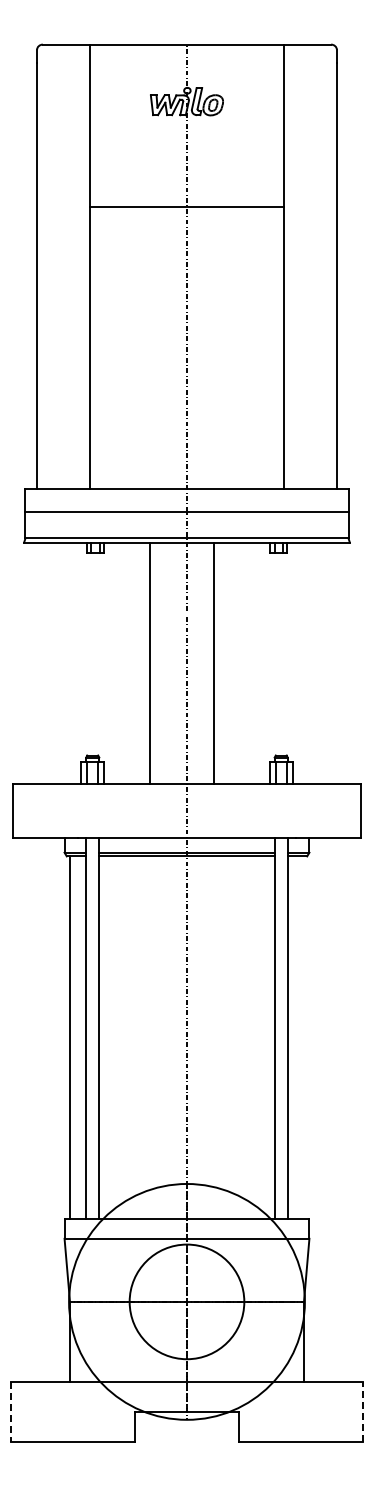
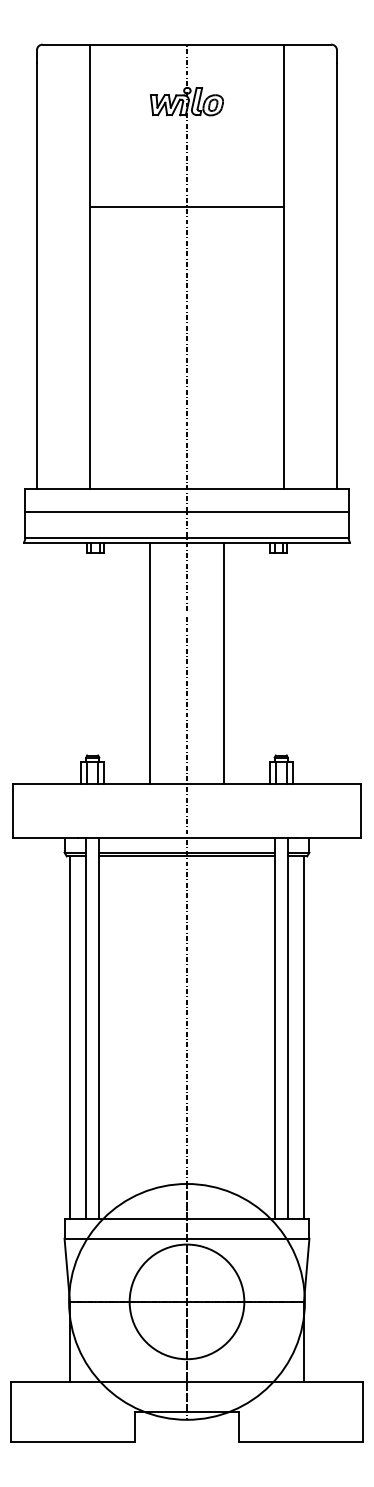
line at (214, 662) position: (214, 662) -> (224, 662)
line at (304, 1037): none -> present
line at (362, 1411): dashed -> solid
line at (11, 1412): dashed -> solid
